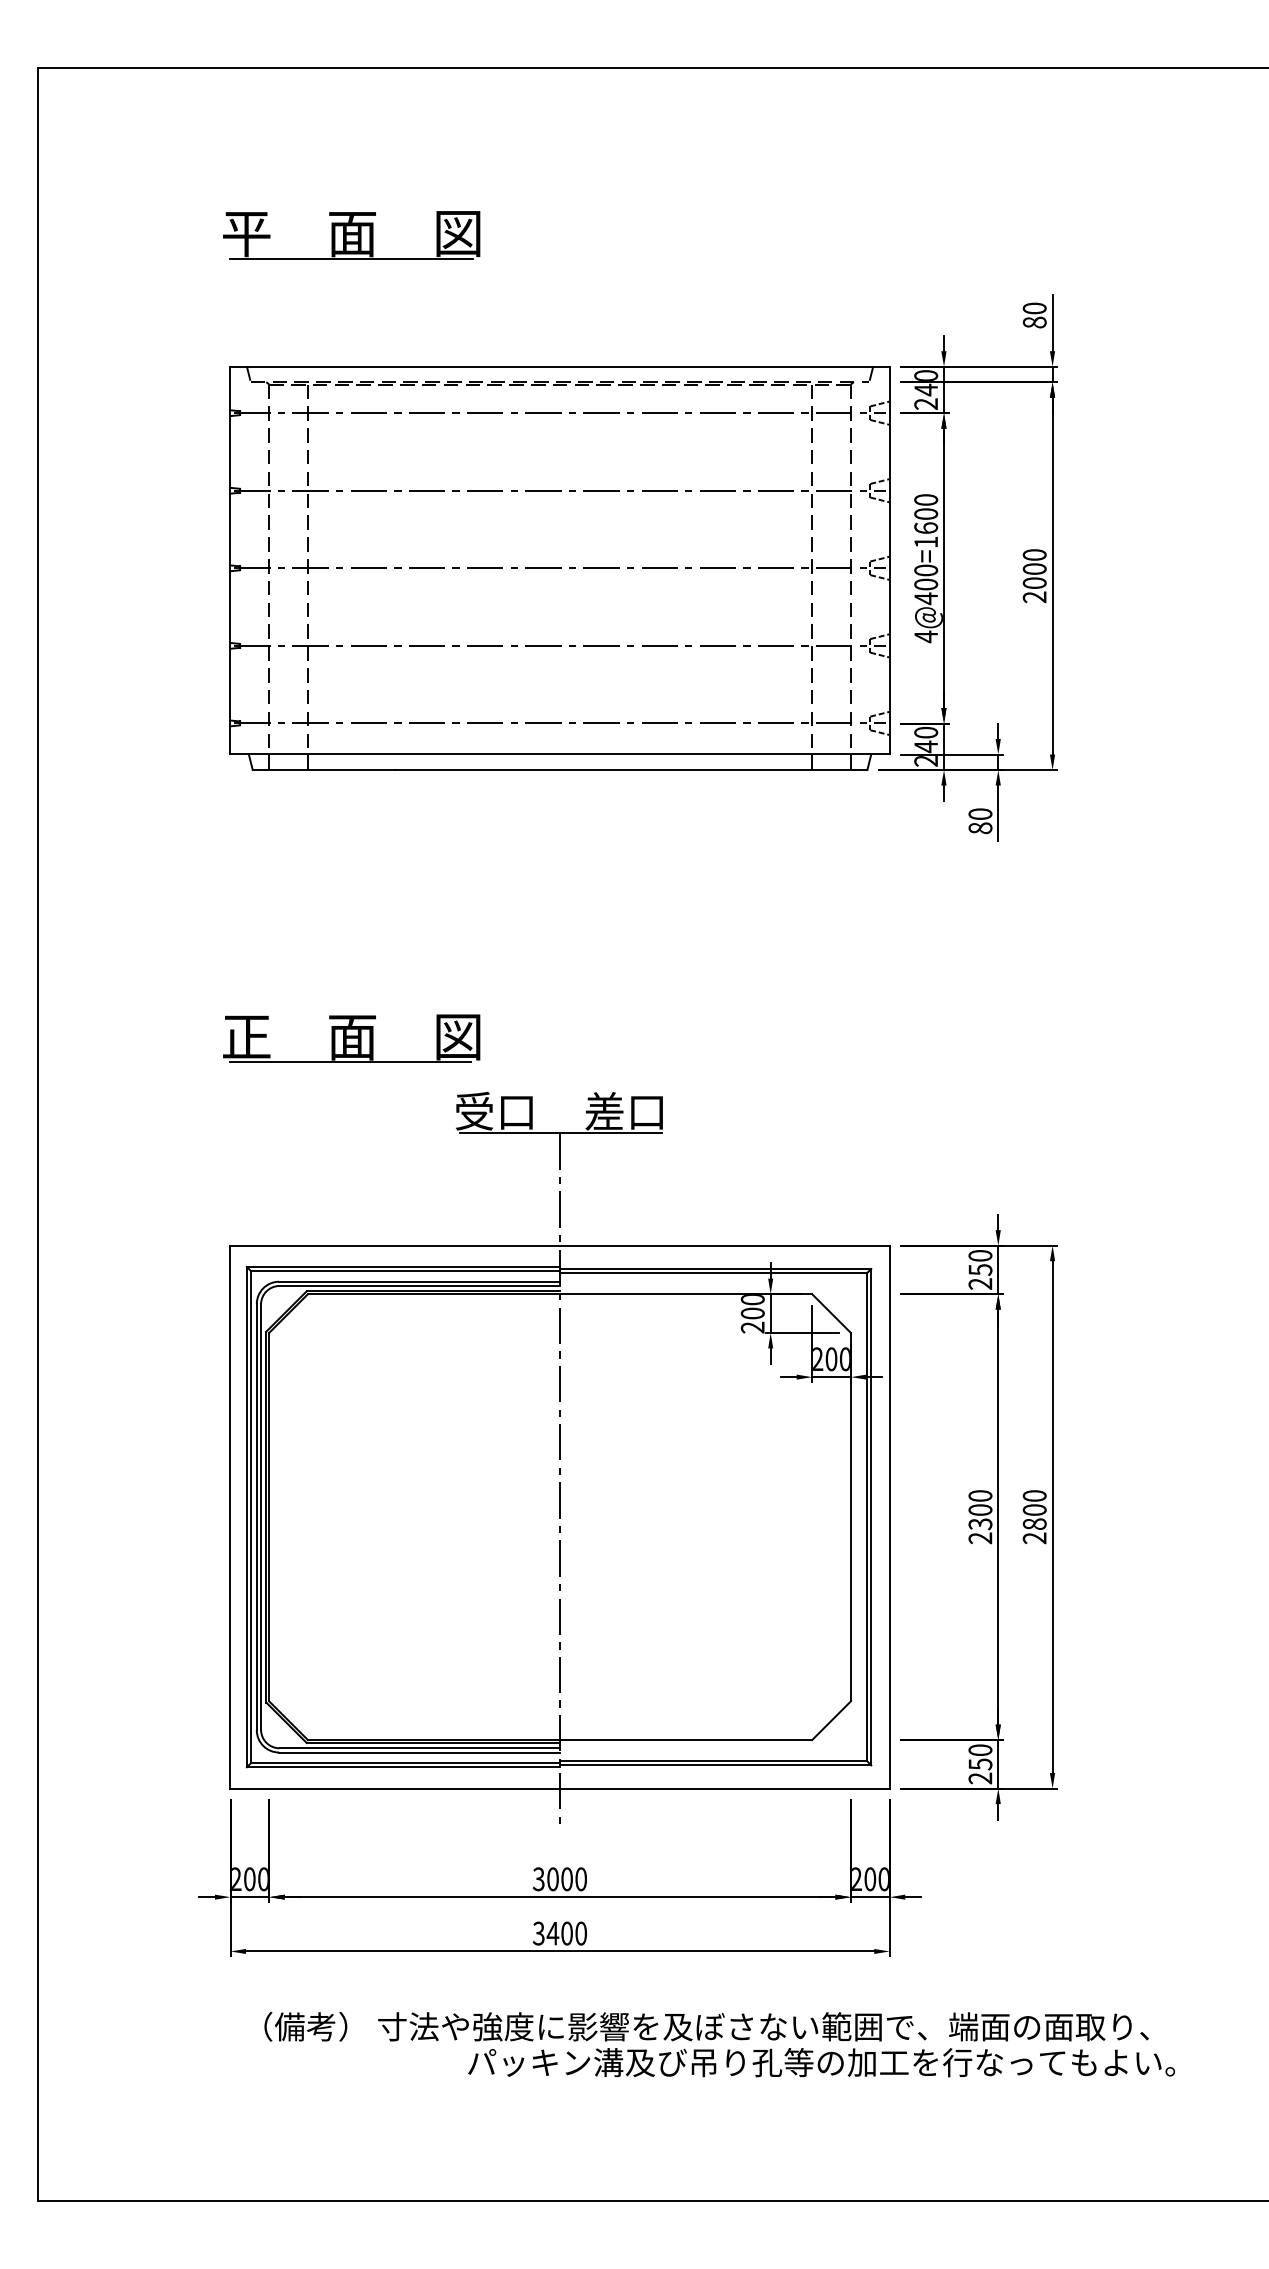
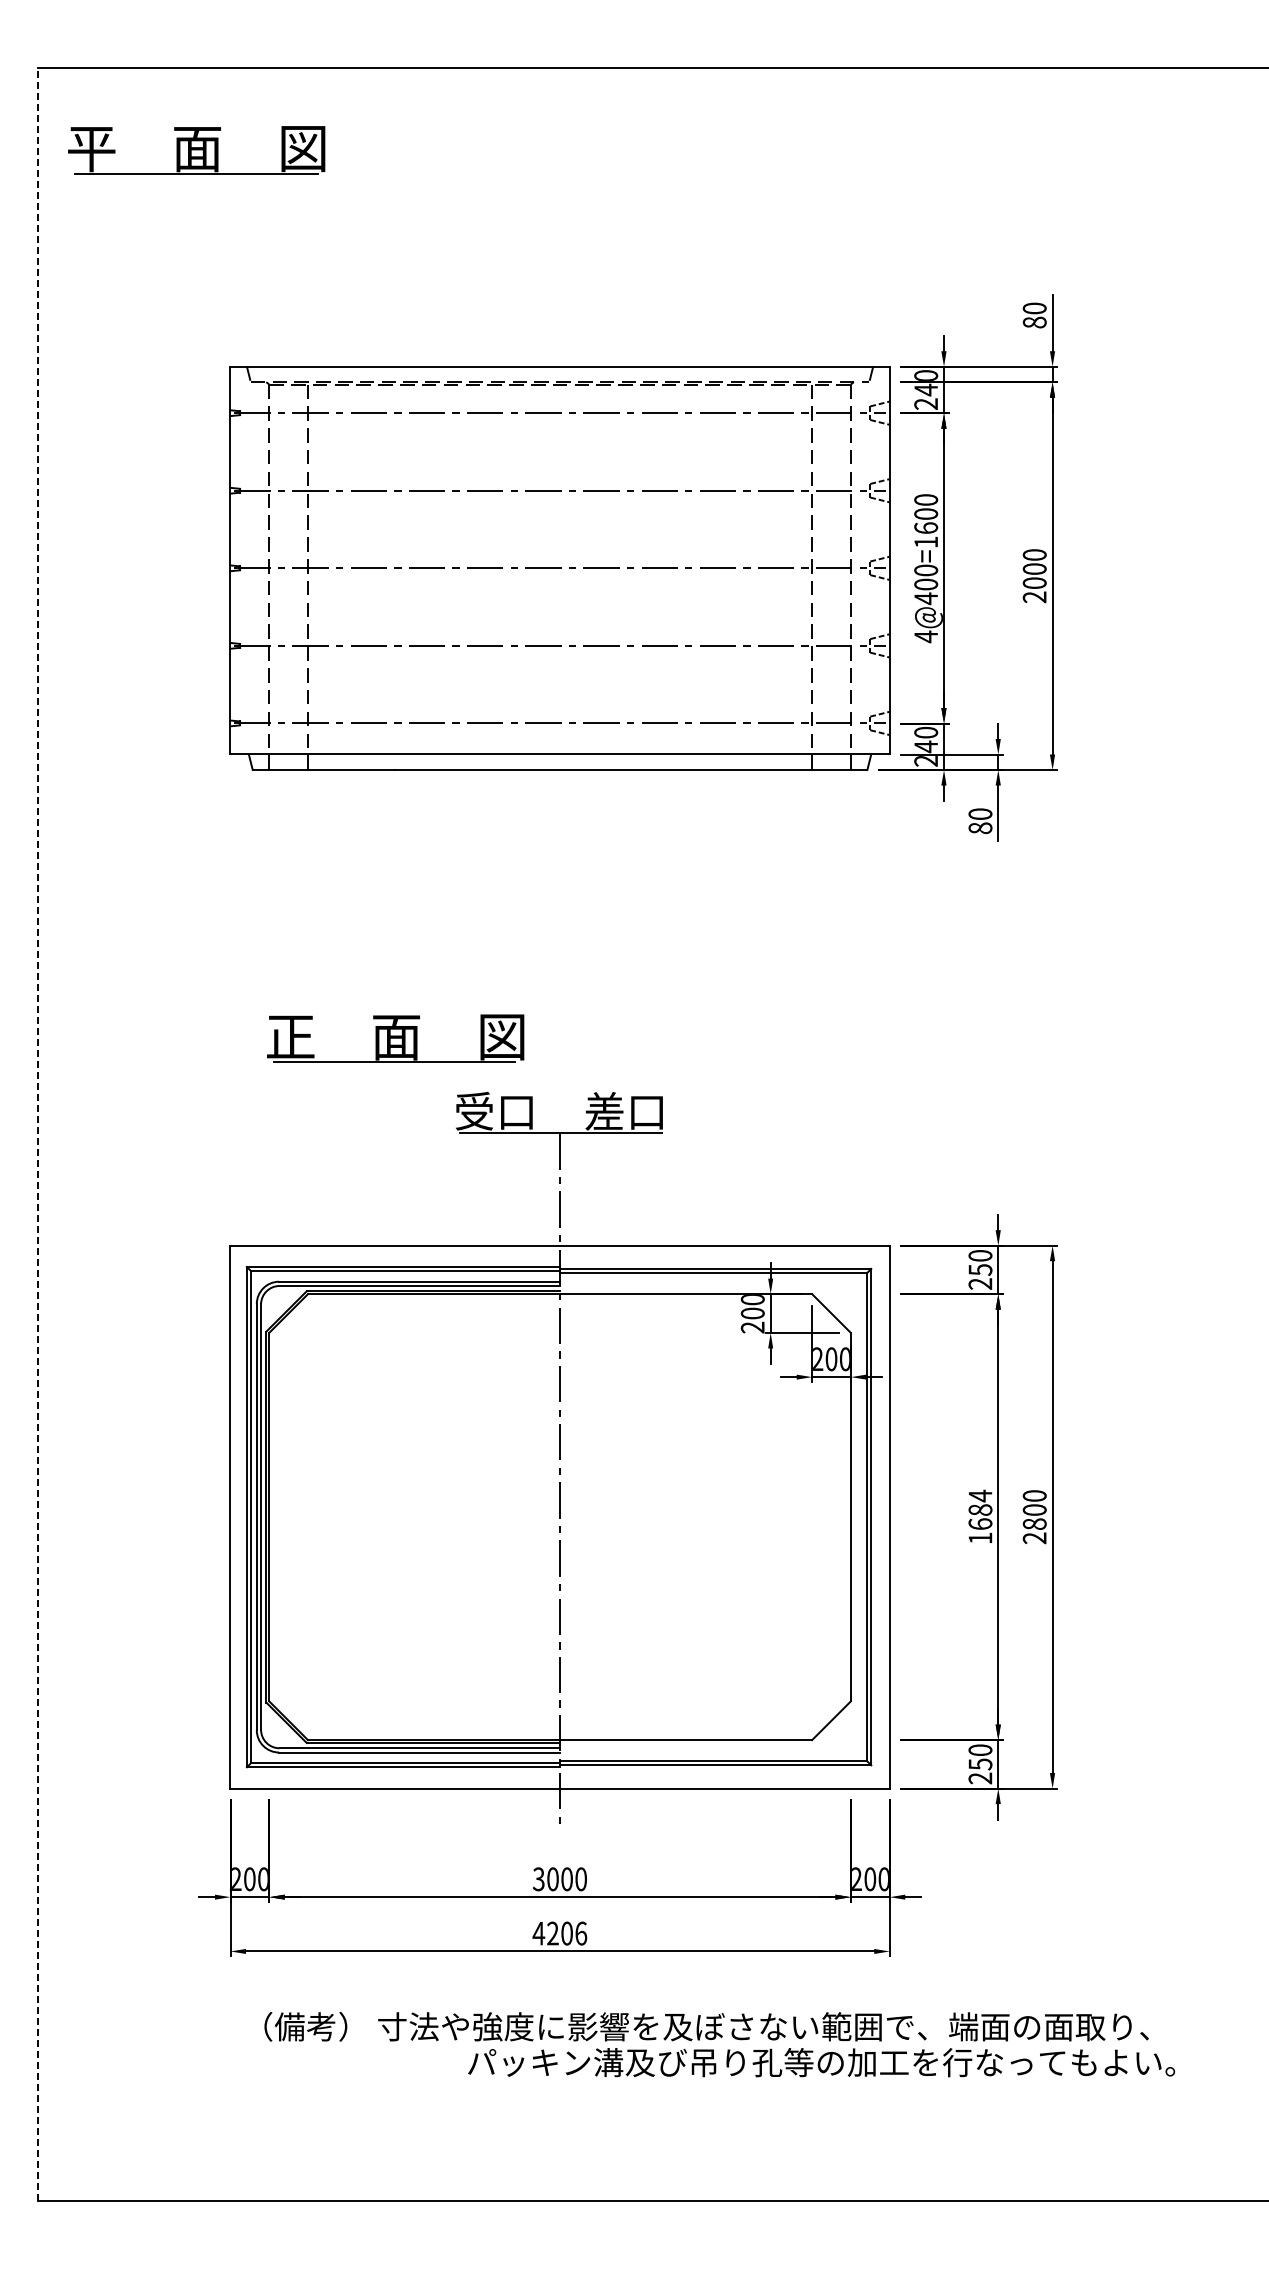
part at (351, 235) position: (351, 235) -> (196, 150)
part at (351, 1038) position: (351, 1038) -> (395, 1038)
line at (38, 1134): solid -> dashed
text at (980, 1516): 2300 -> 1684
text at (559, 1933): 3400 -> 4206
